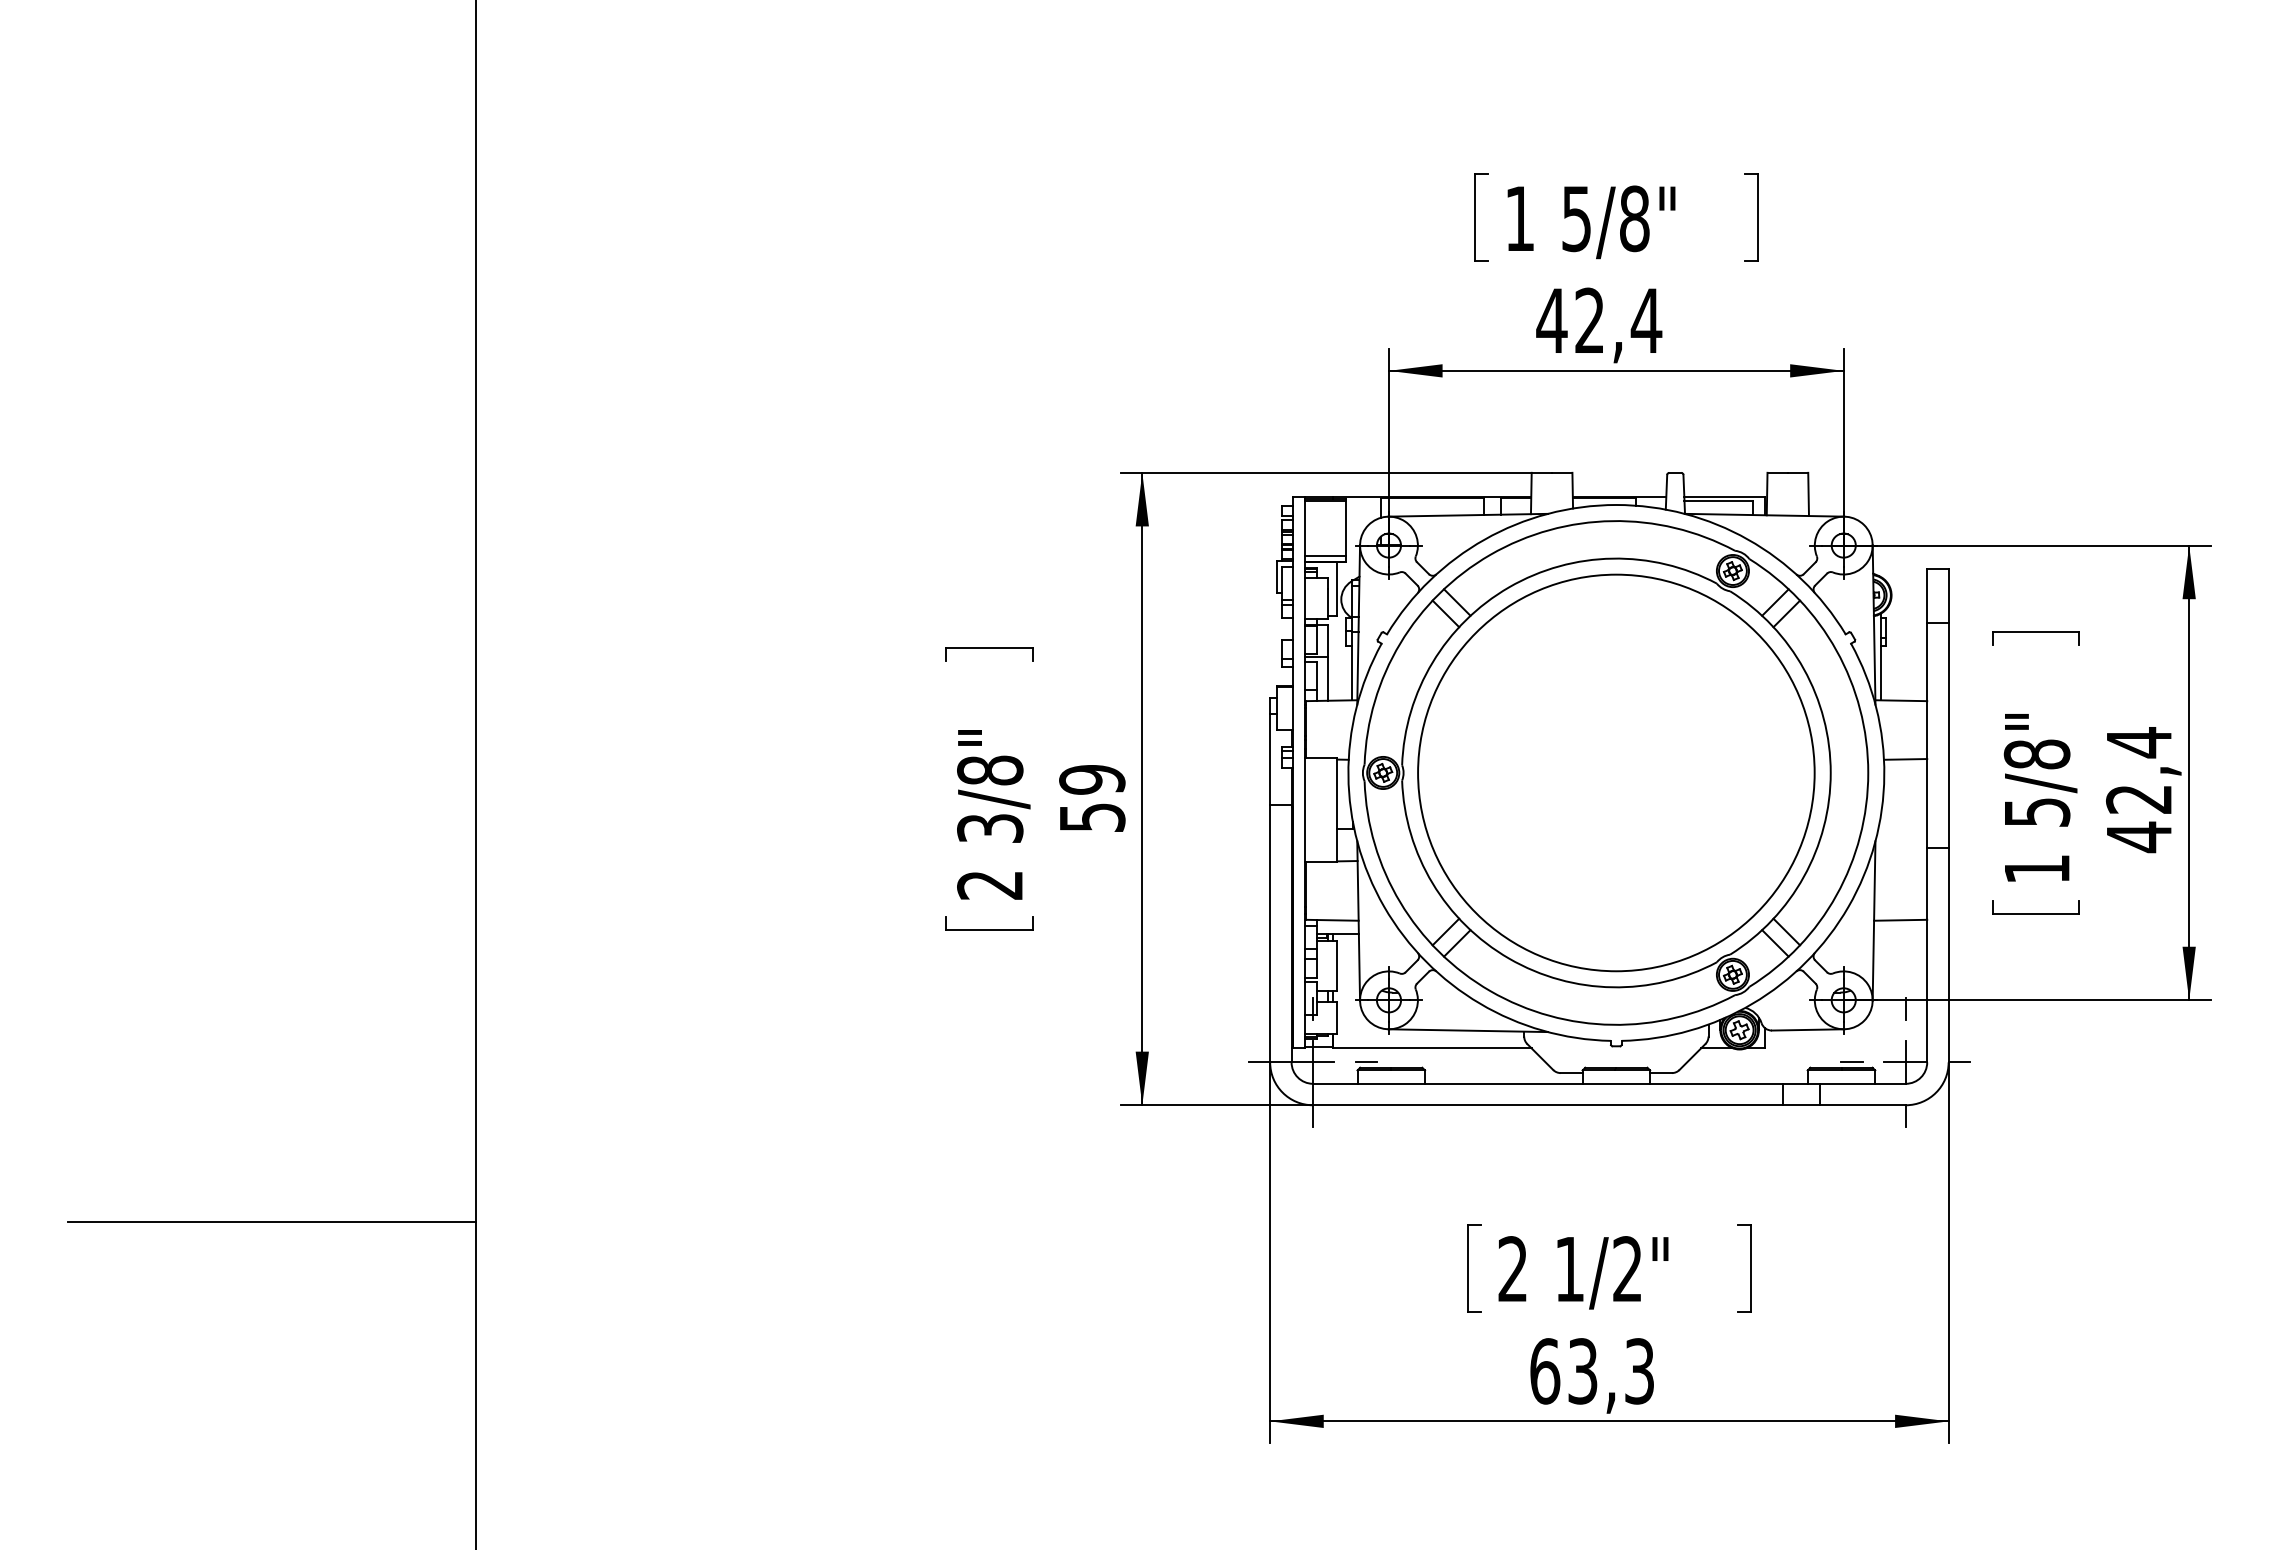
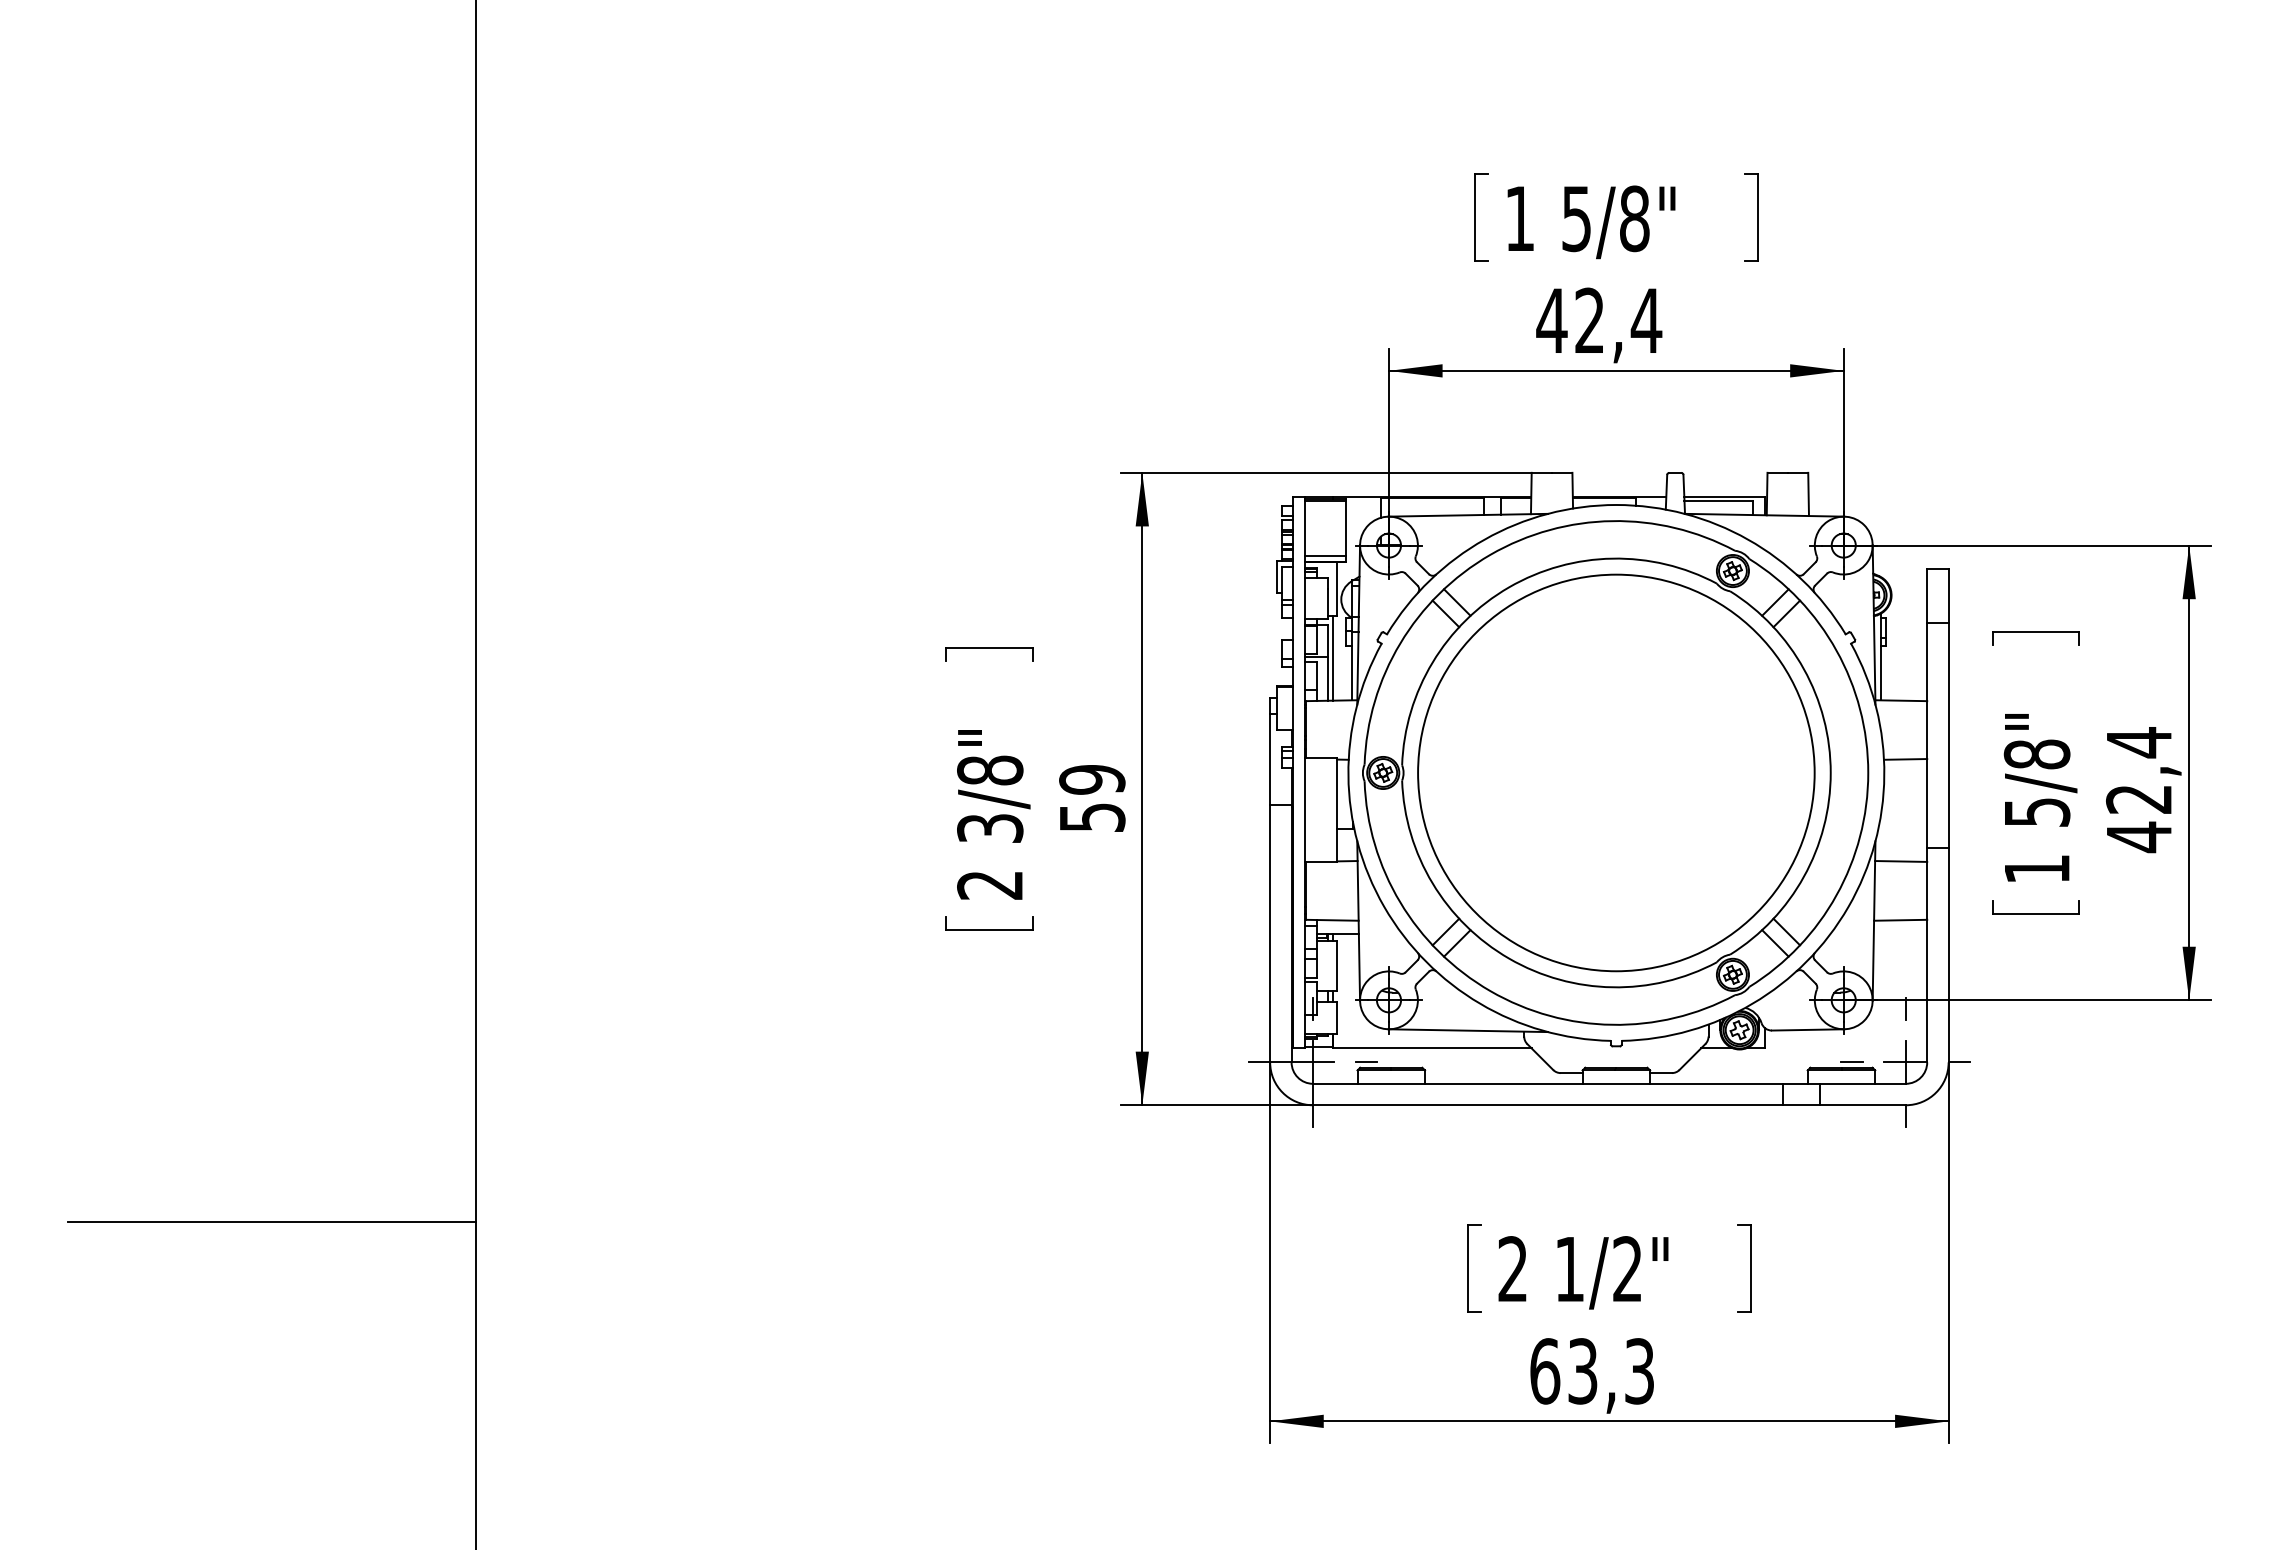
line at (1332, 658): none -> present
line at (1901, 861): none -> present
